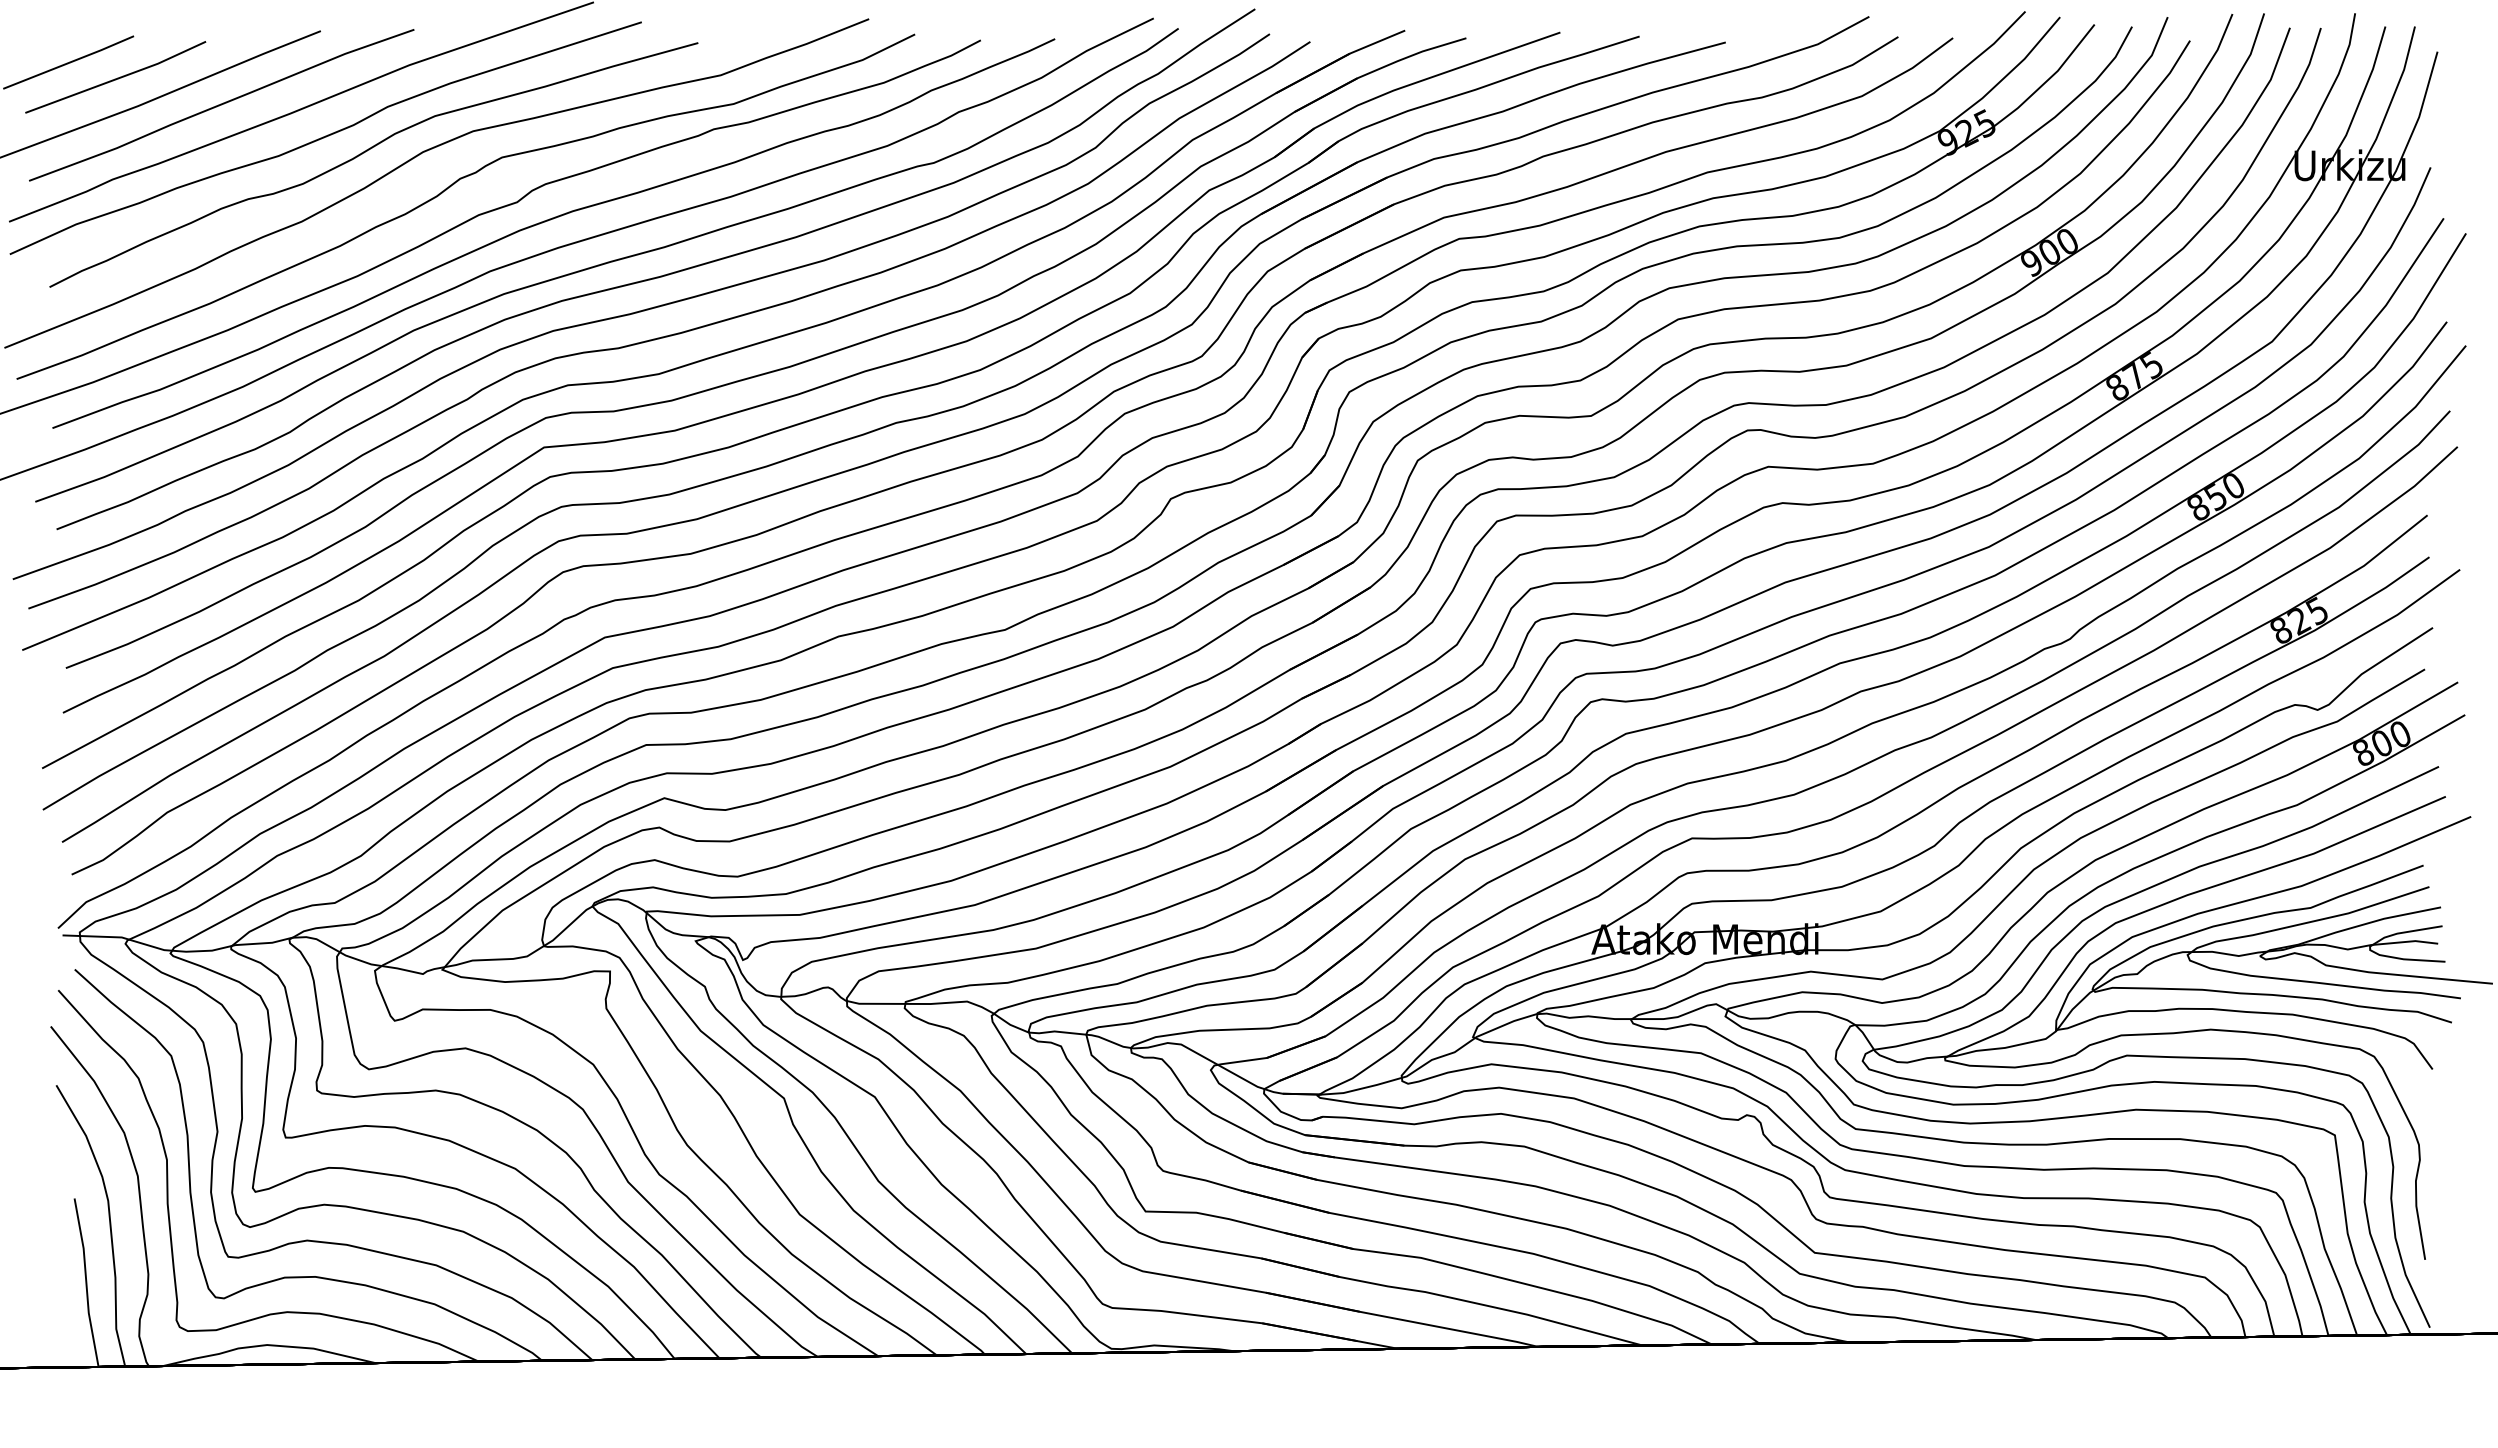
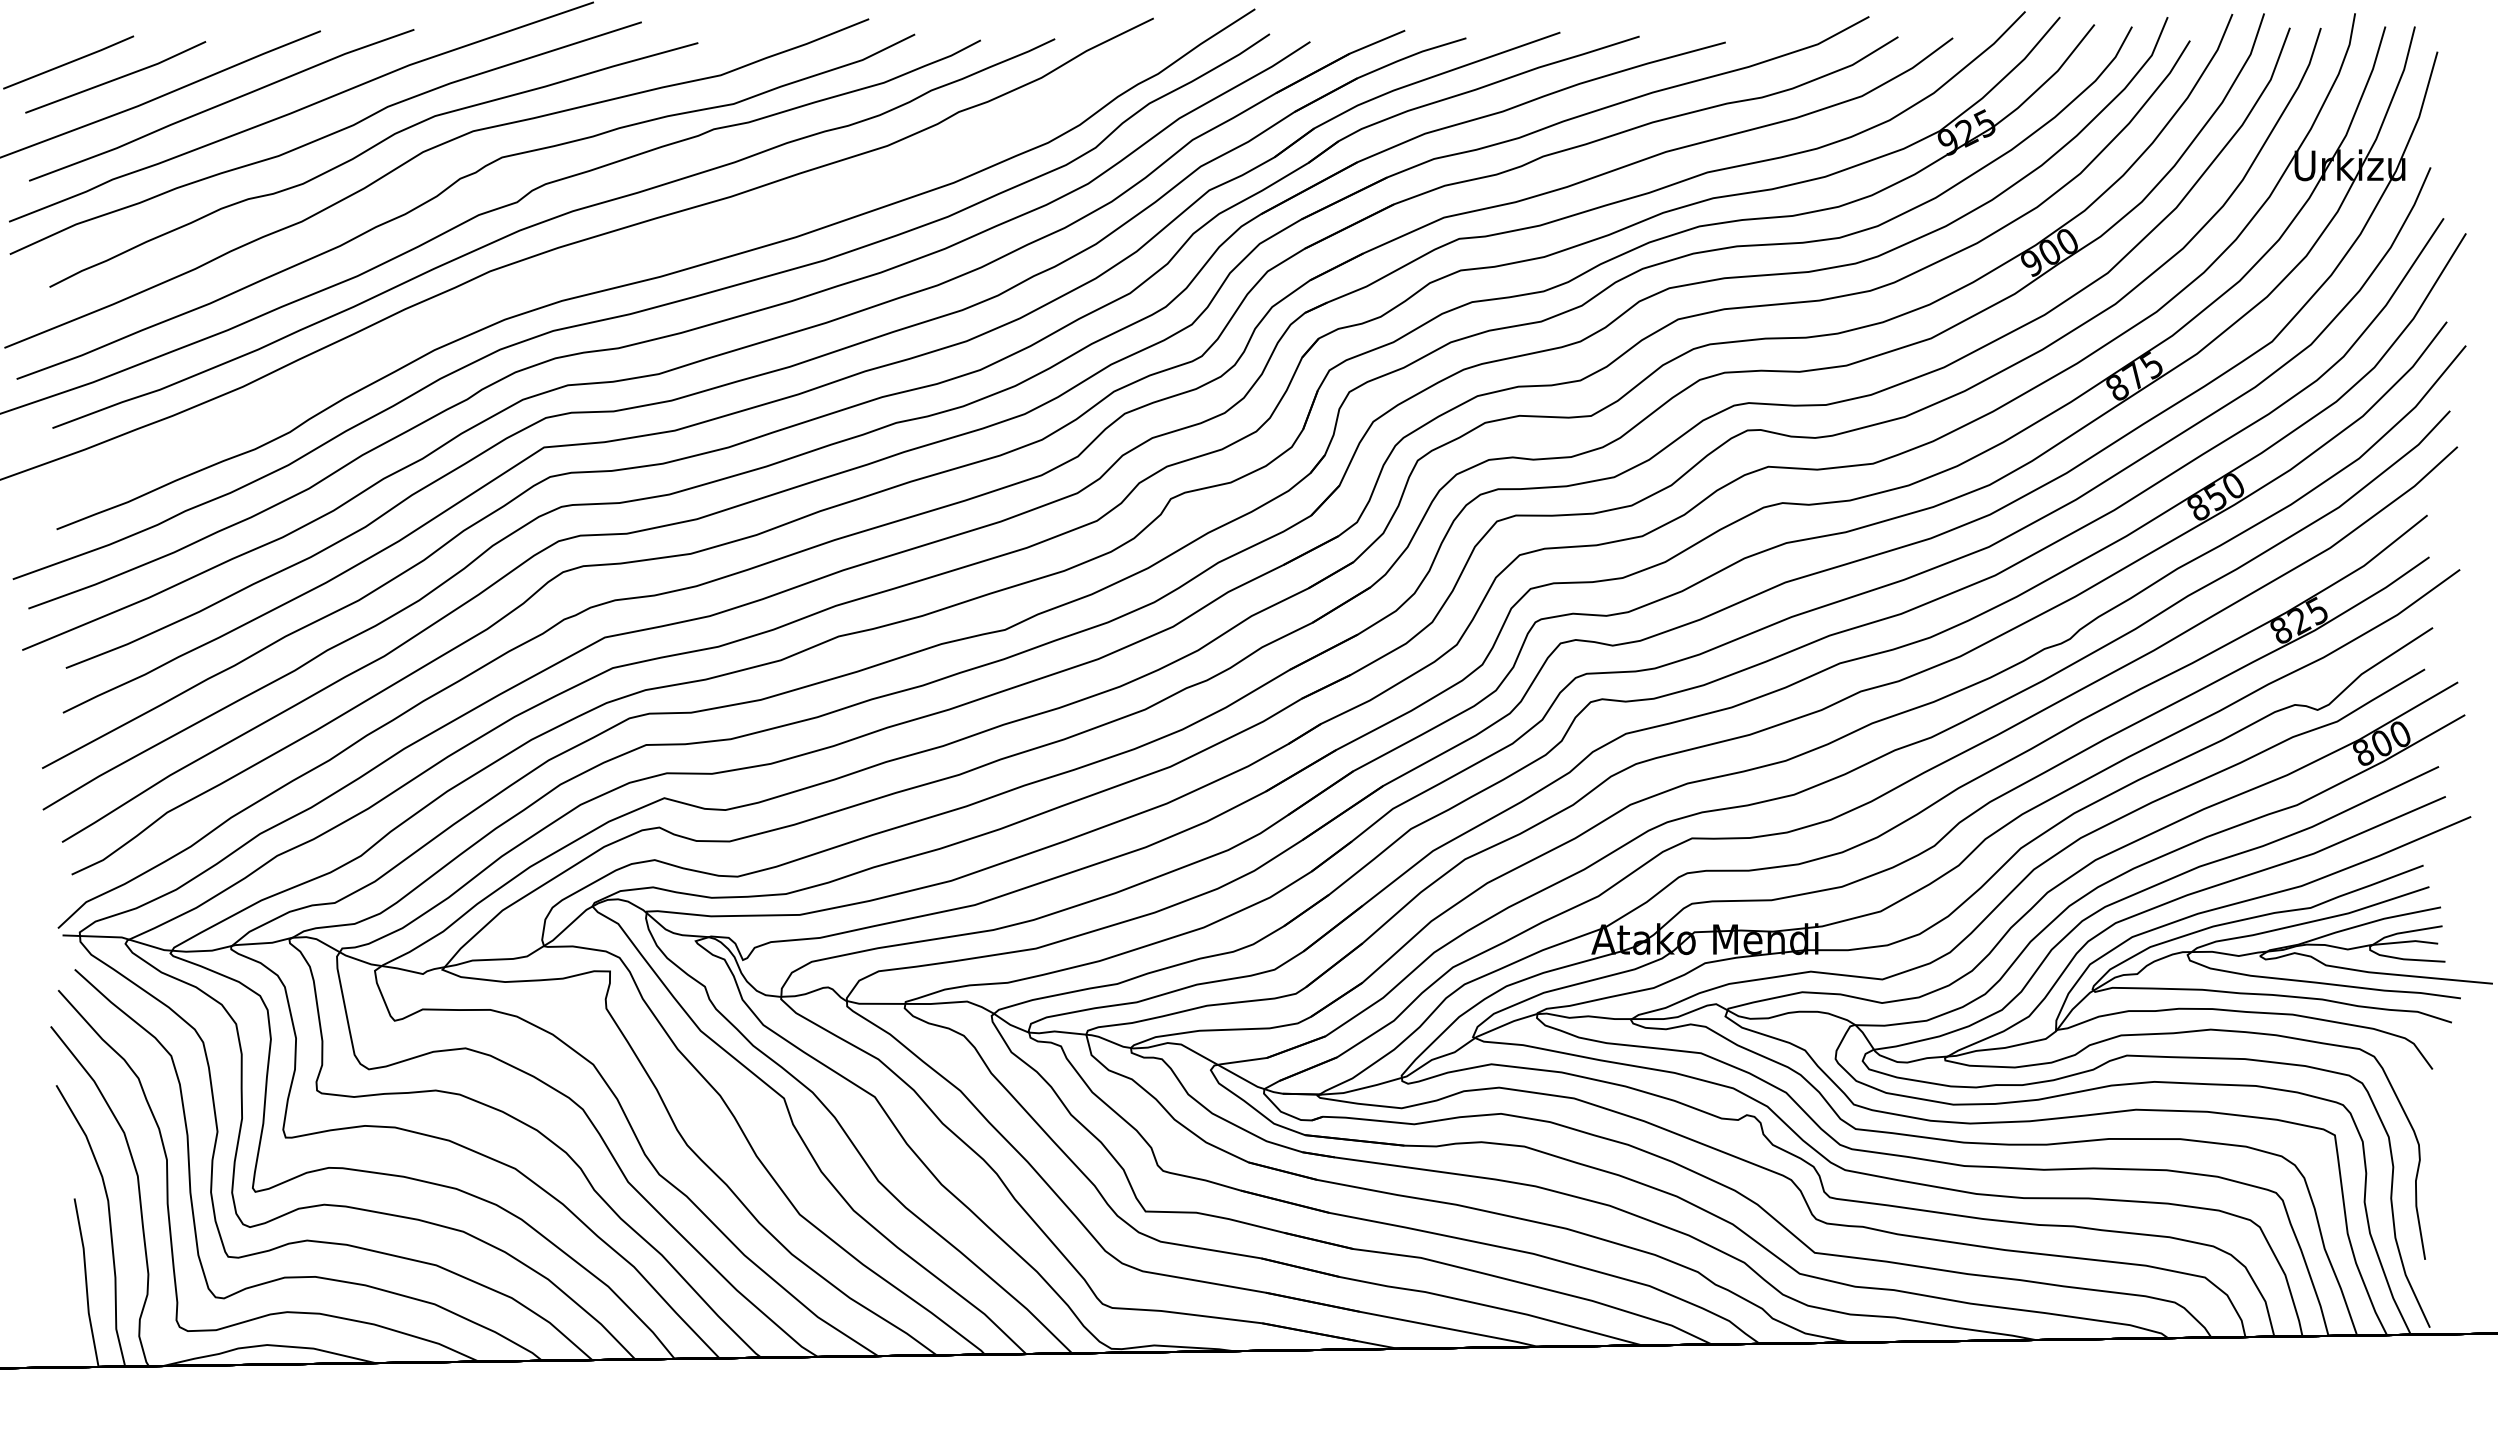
curve at (605, 264): present -> none
